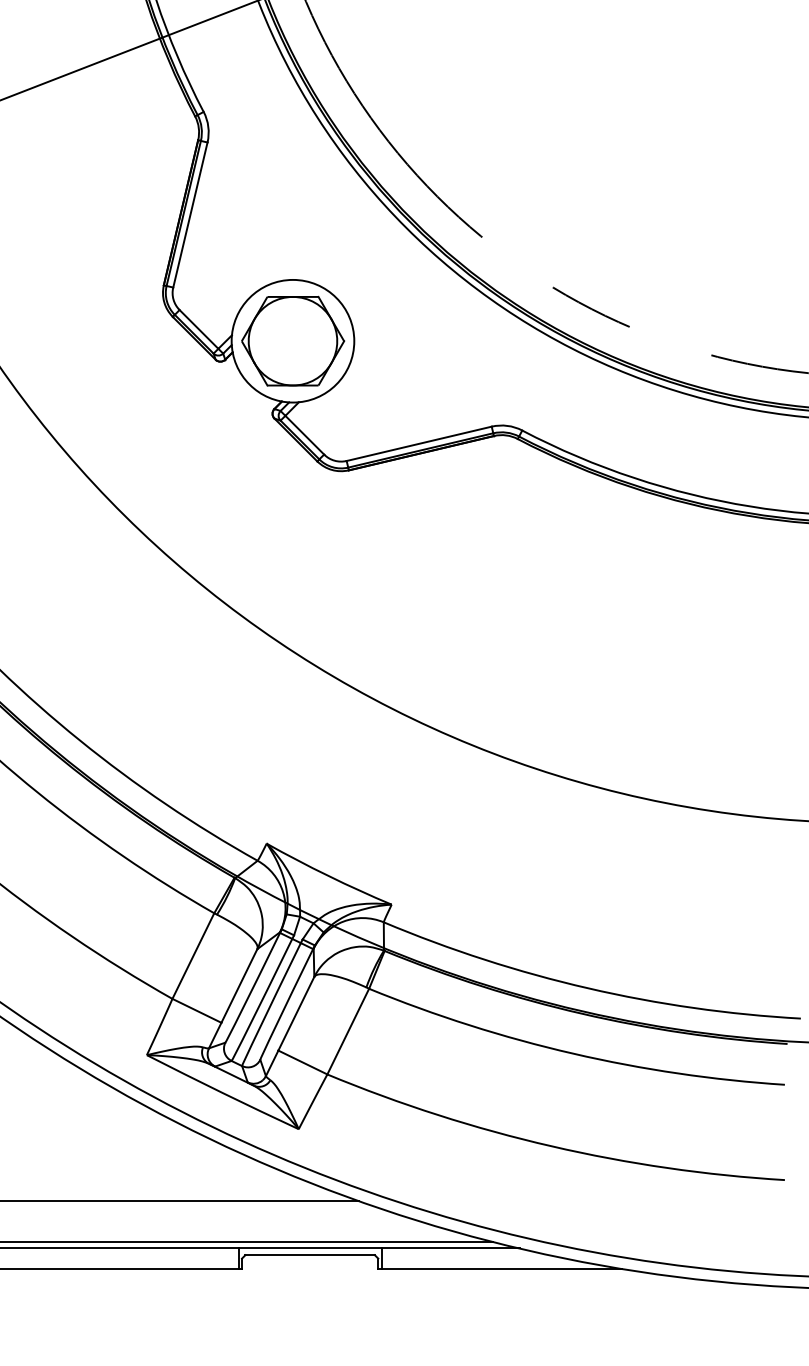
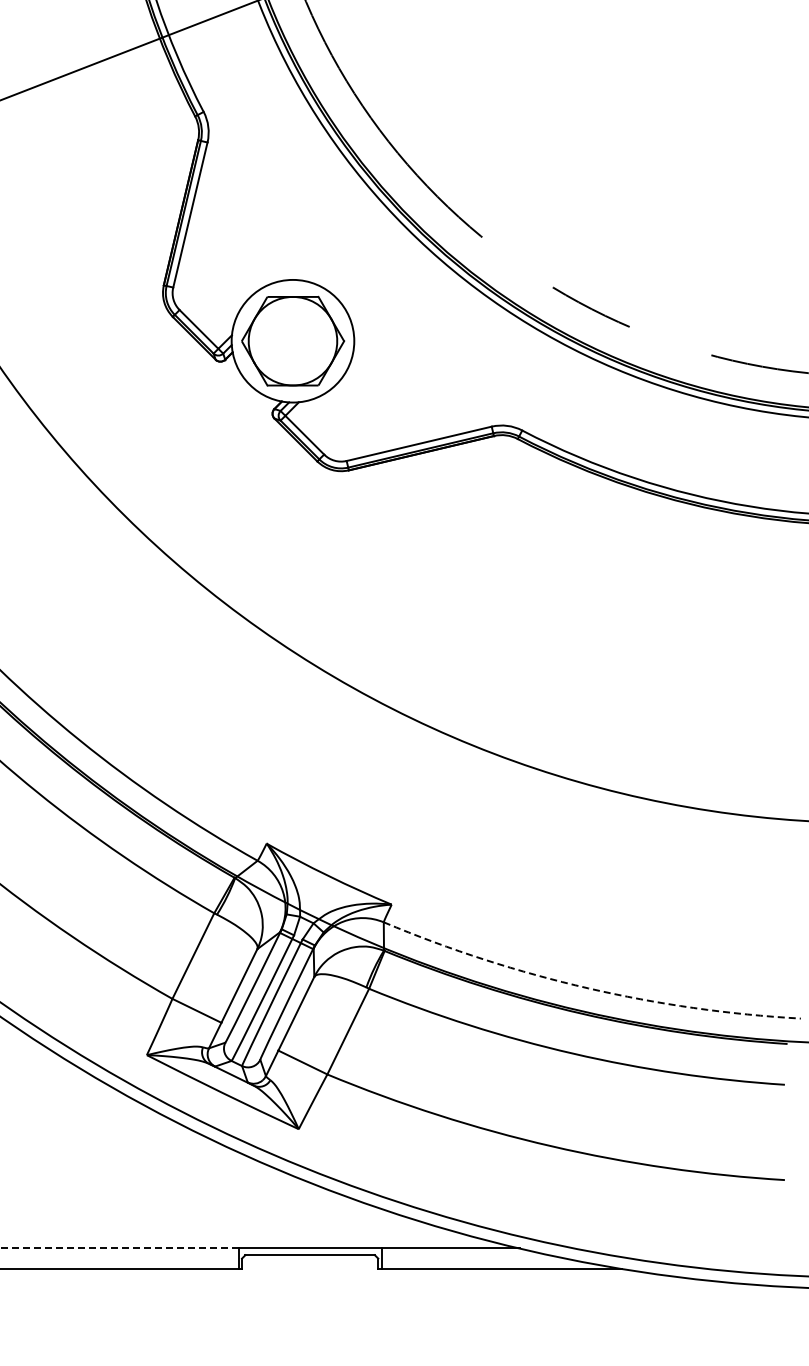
arc at (588, 988): solid -> dashed
line at (180, 1200): present -> none
line at (247, 1241): present -> none
line at (119, 1248): solid -> dashed
